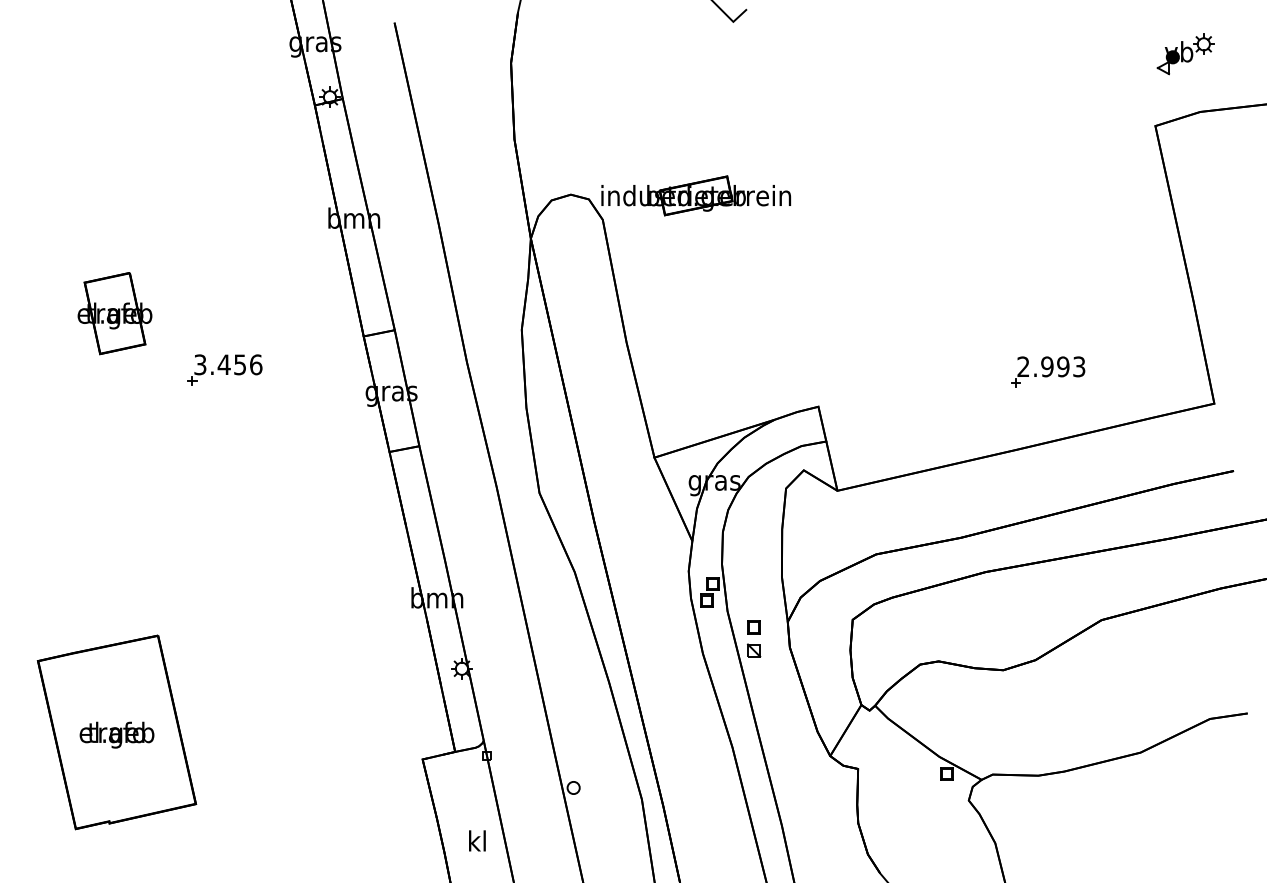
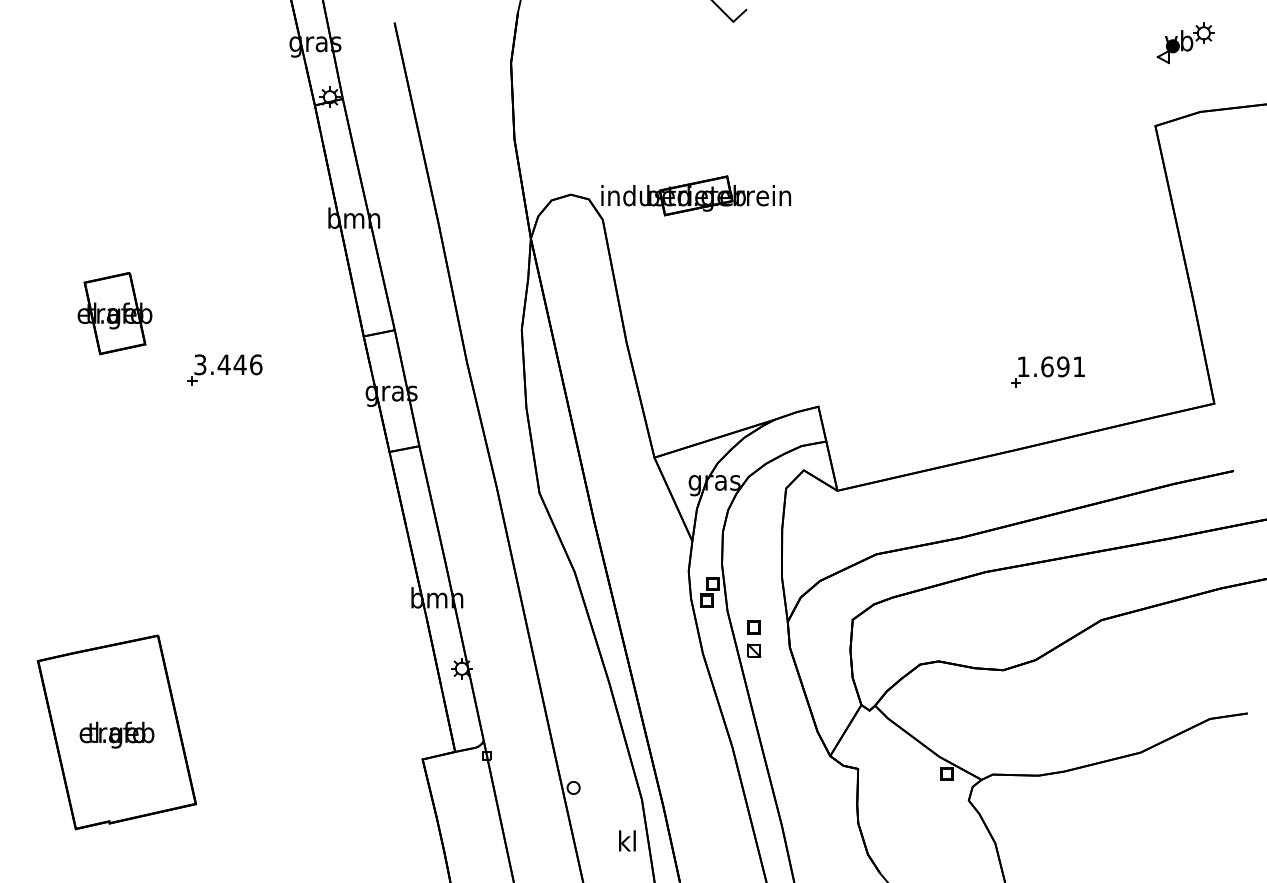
part at (1185, 54) position: (1185, 54) -> (1185, 43)
text at (239, 364): 3.456 -> 3.446
text at (1051, 366): 2.993 -> 1.691
text at (477, 840) position: (477, 840) -> (627, 840)
